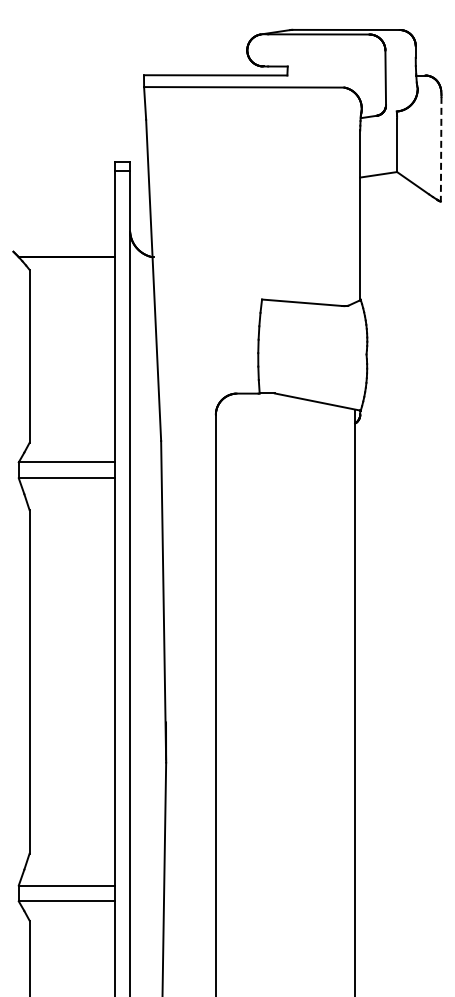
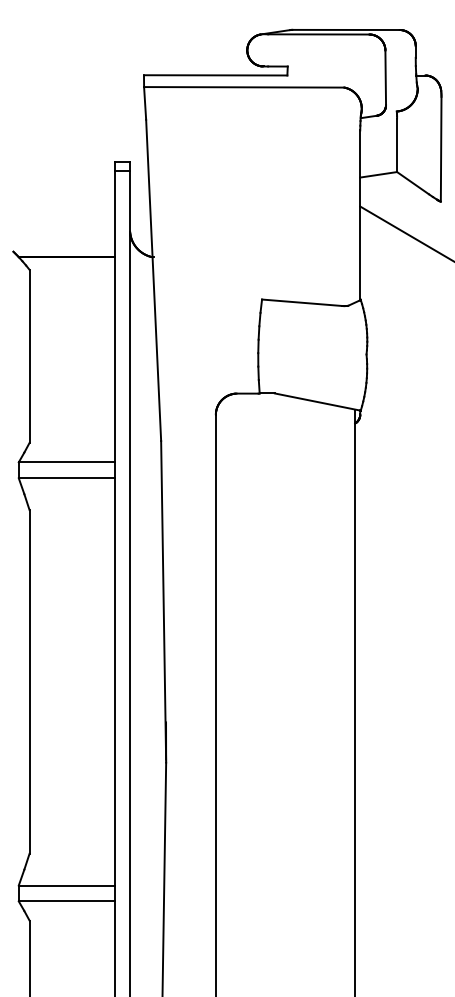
line at (441, 149): dashed -> solid
line at (405, 233): none -> present
